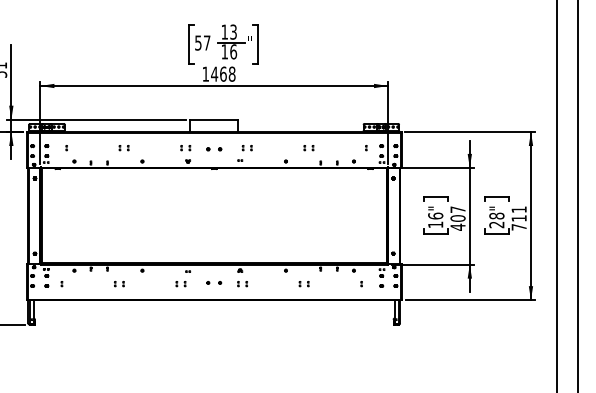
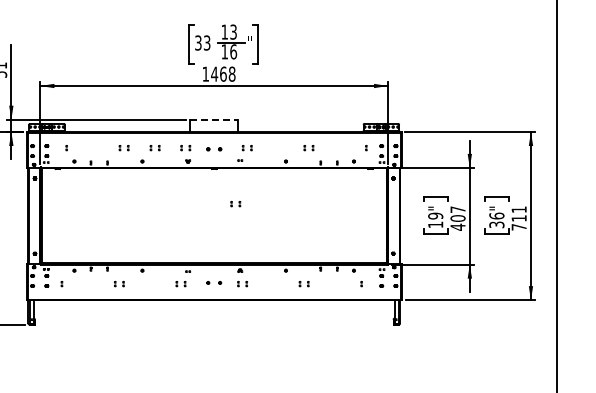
text at (202, 42): 57 -> 33
line at (214, 119): solid -> dashed
part at (154, 148): none -> present
line at (578, 195): present -> none
part at (235, 204): none -> present
text at (435, 215): 16" -> 19"
text at (496, 220): 28" -> 36"
